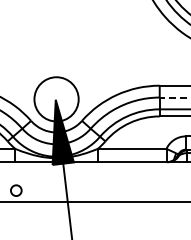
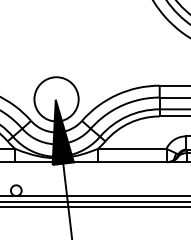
line at (174, 97): dashed -> solid
line at (94, 196): none -> present
line at (94, 206): none -> present
